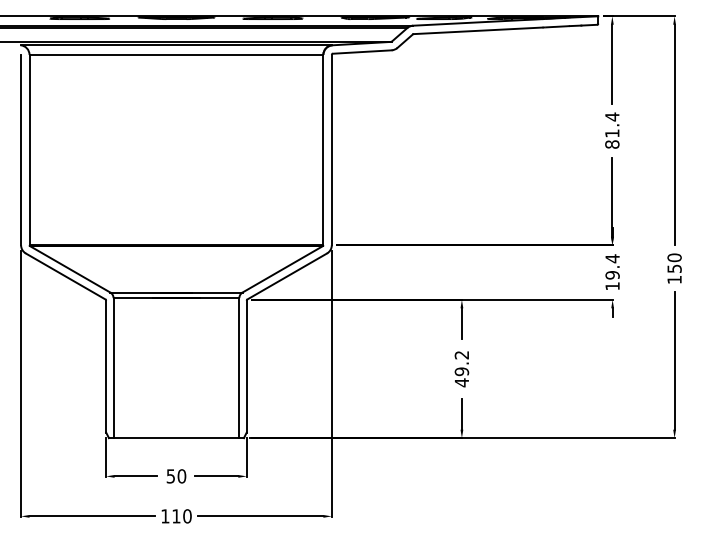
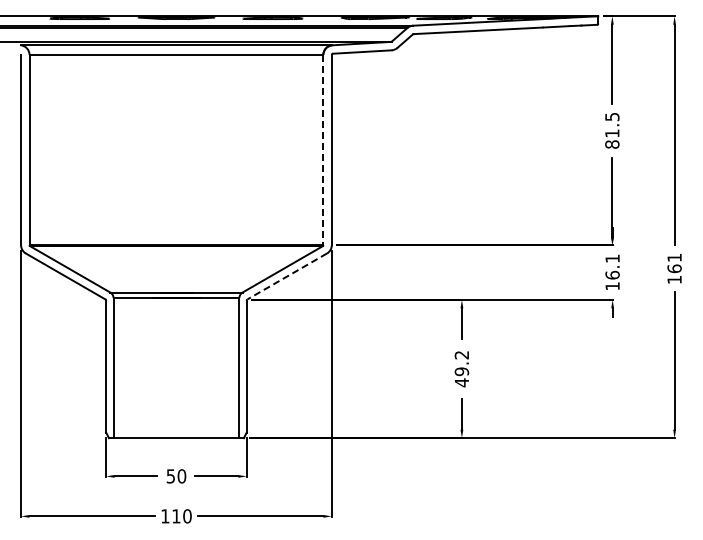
text at (612, 116): 81.4 -> 81.5
line at (323, 150): solid -> dashed
text at (674, 263): 150 -> 161
text at (612, 266): 19.4 -> 16.1
line at (287, 276): solid -> dashed
